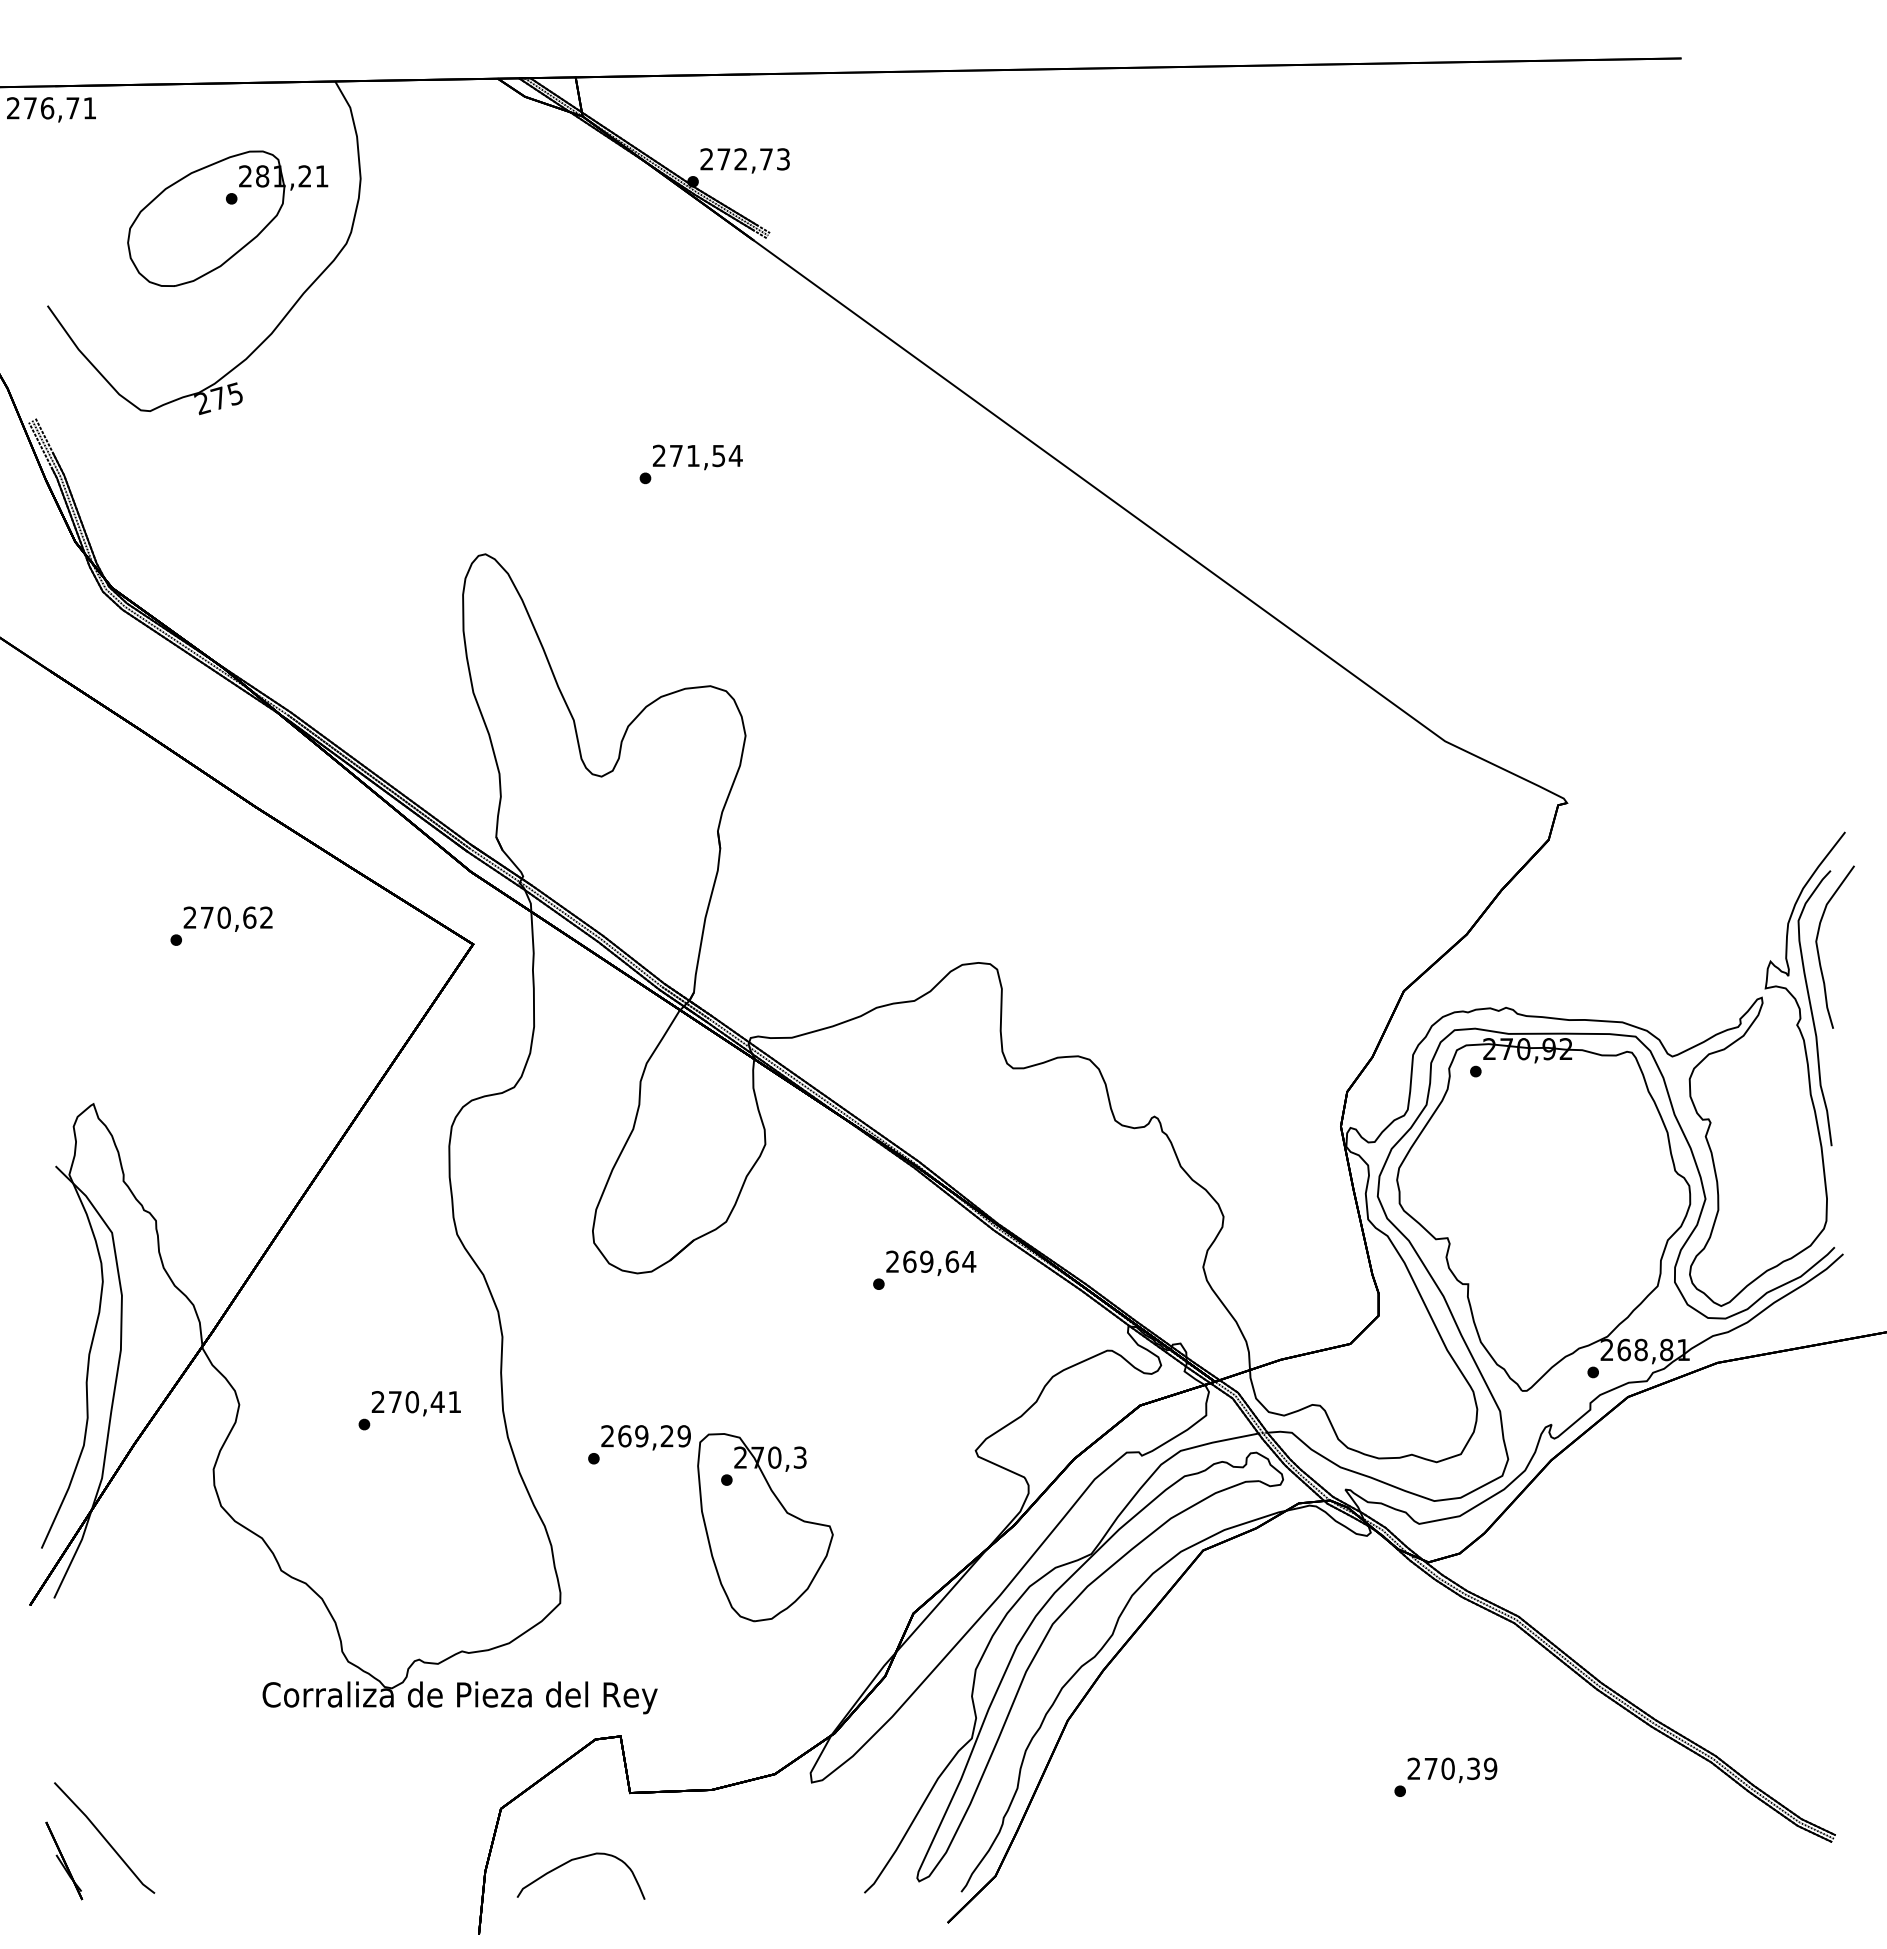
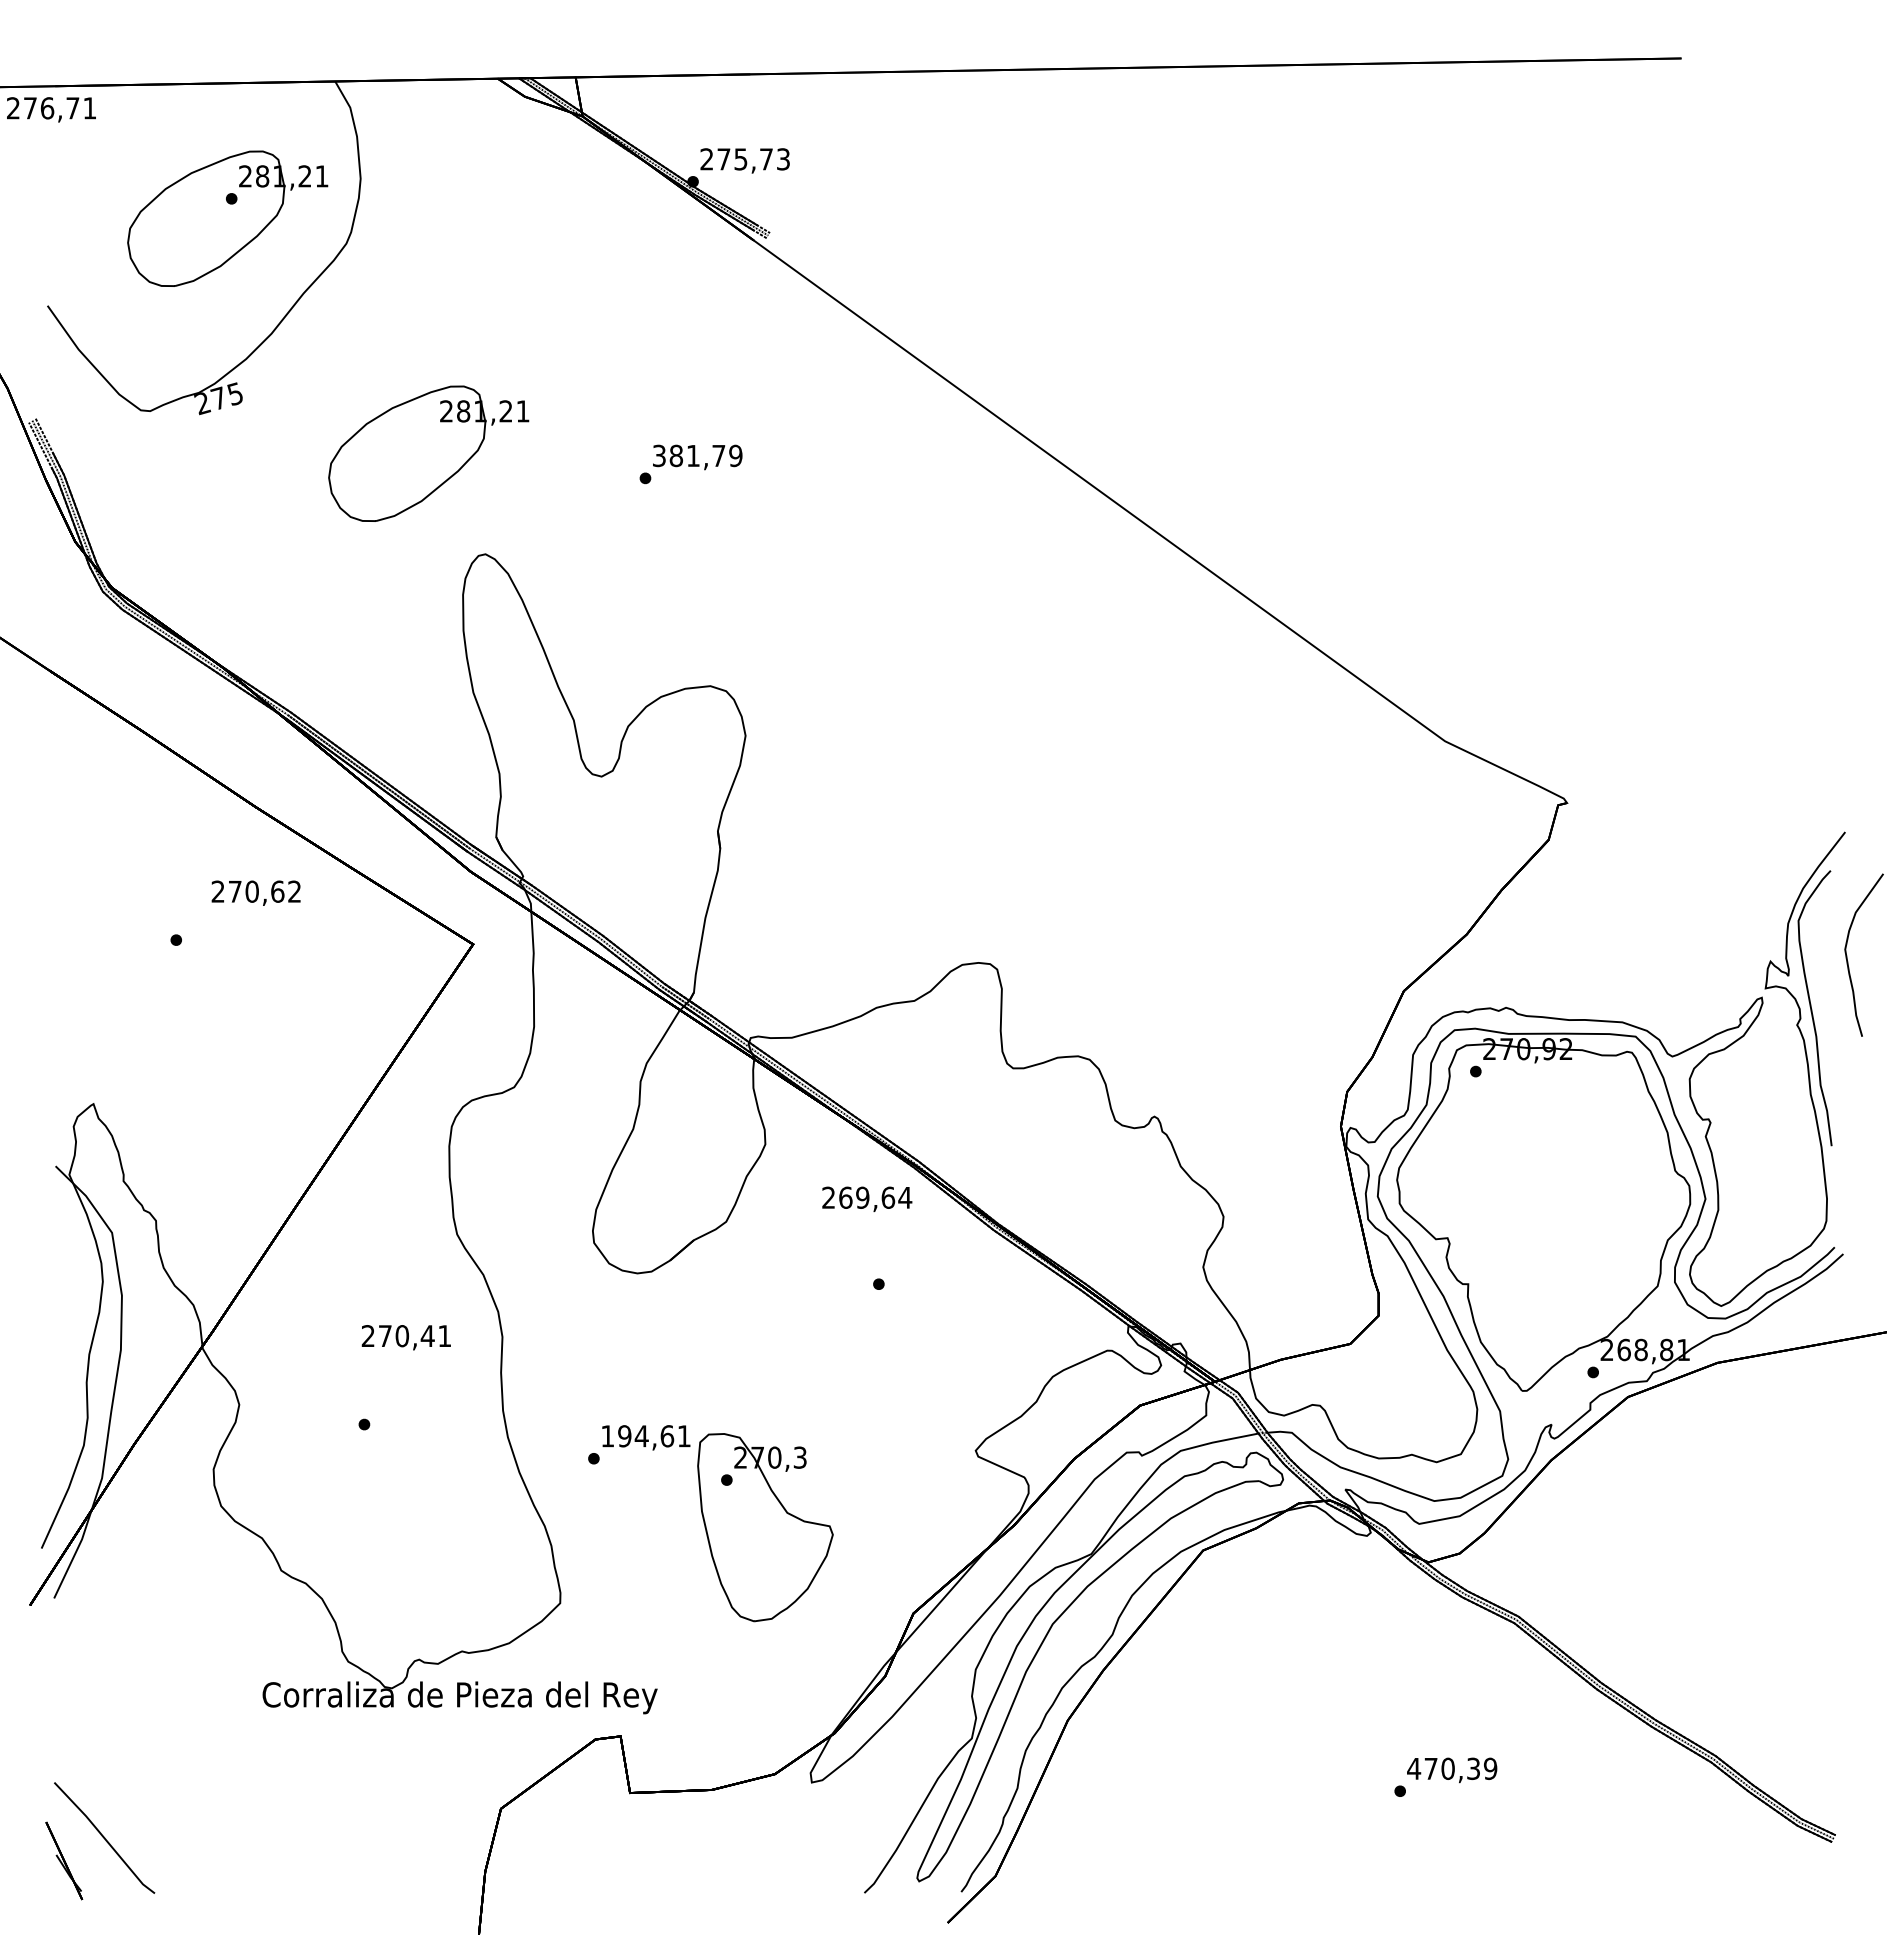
text at (740, 159): 272,73 -> 275,73
part at (428, 453): none -> present
text at (697, 455): 271,54 -> 381,79
text at (227, 918) position: (227, 918) -> (255, 892)
curve at (1818, 947) position: (1818, 947) -> (1847, 955)
text at (931, 1262) position: (931, 1262) -> (867, 1198)
text at (415, 1403) position: (415, 1403) -> (405, 1337)
text at (645, 1436): 269,29 -> 194,61
text at (1414, 1768): 270,39 -> 470,39
curve at (578, 1859): present -> none
